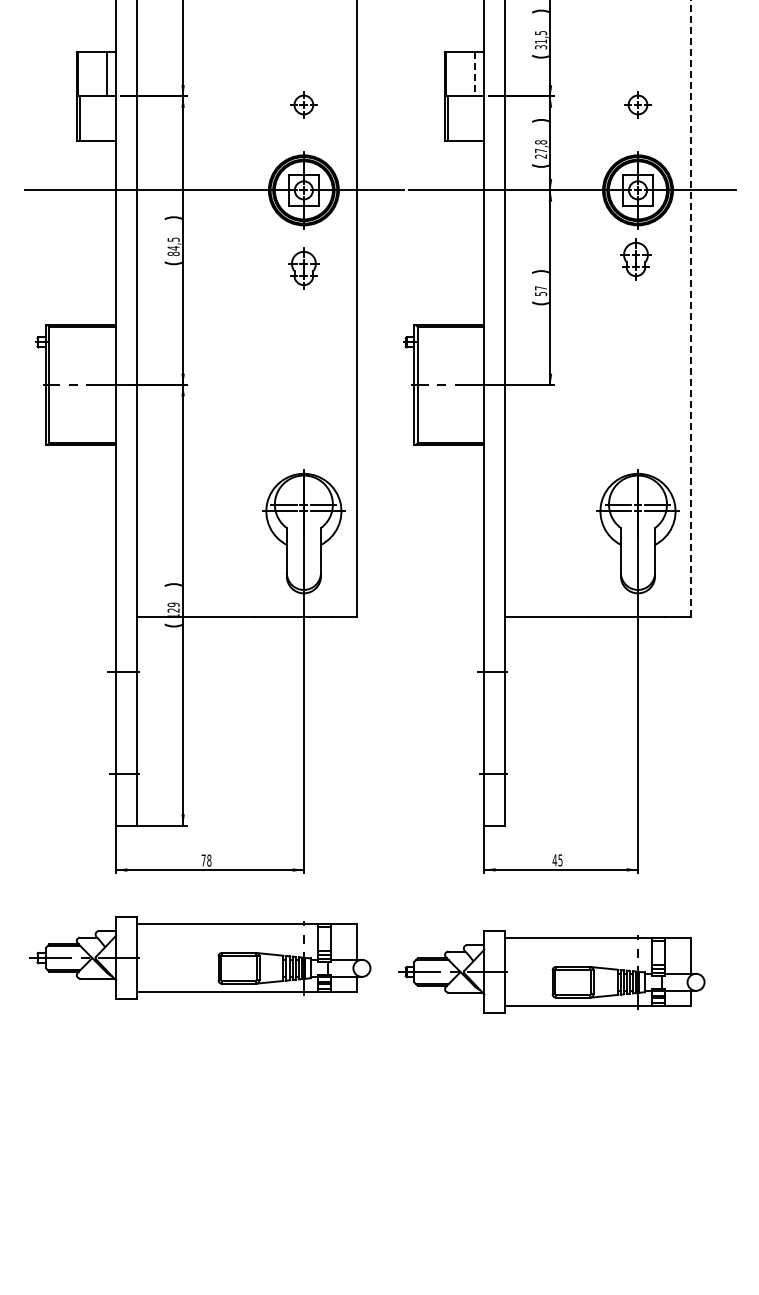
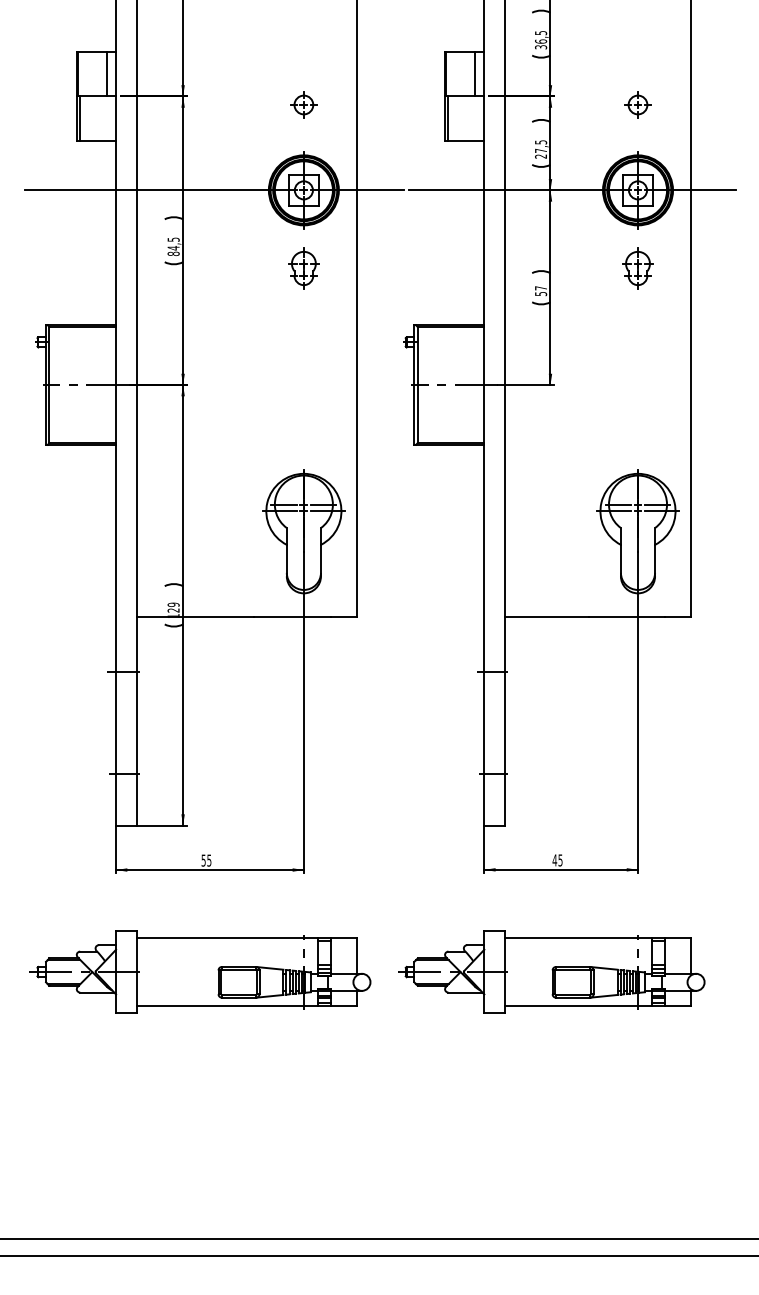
text at (541, 41): 31,5 -> 36,5
line at (474, 74): dashed -> solid
text at (541, 142): 27,8 -> 27,5
part at (635, 259) position: (635, 259) -> (637, 268)
line at (690, 308): dashed -> solid
text at (206, 860): 78 -> 55
part at (200, 957) position: (200, 957) -> (200, 971)
line at (378, 1239): none -> present
line at (378, 1256): none -> present
